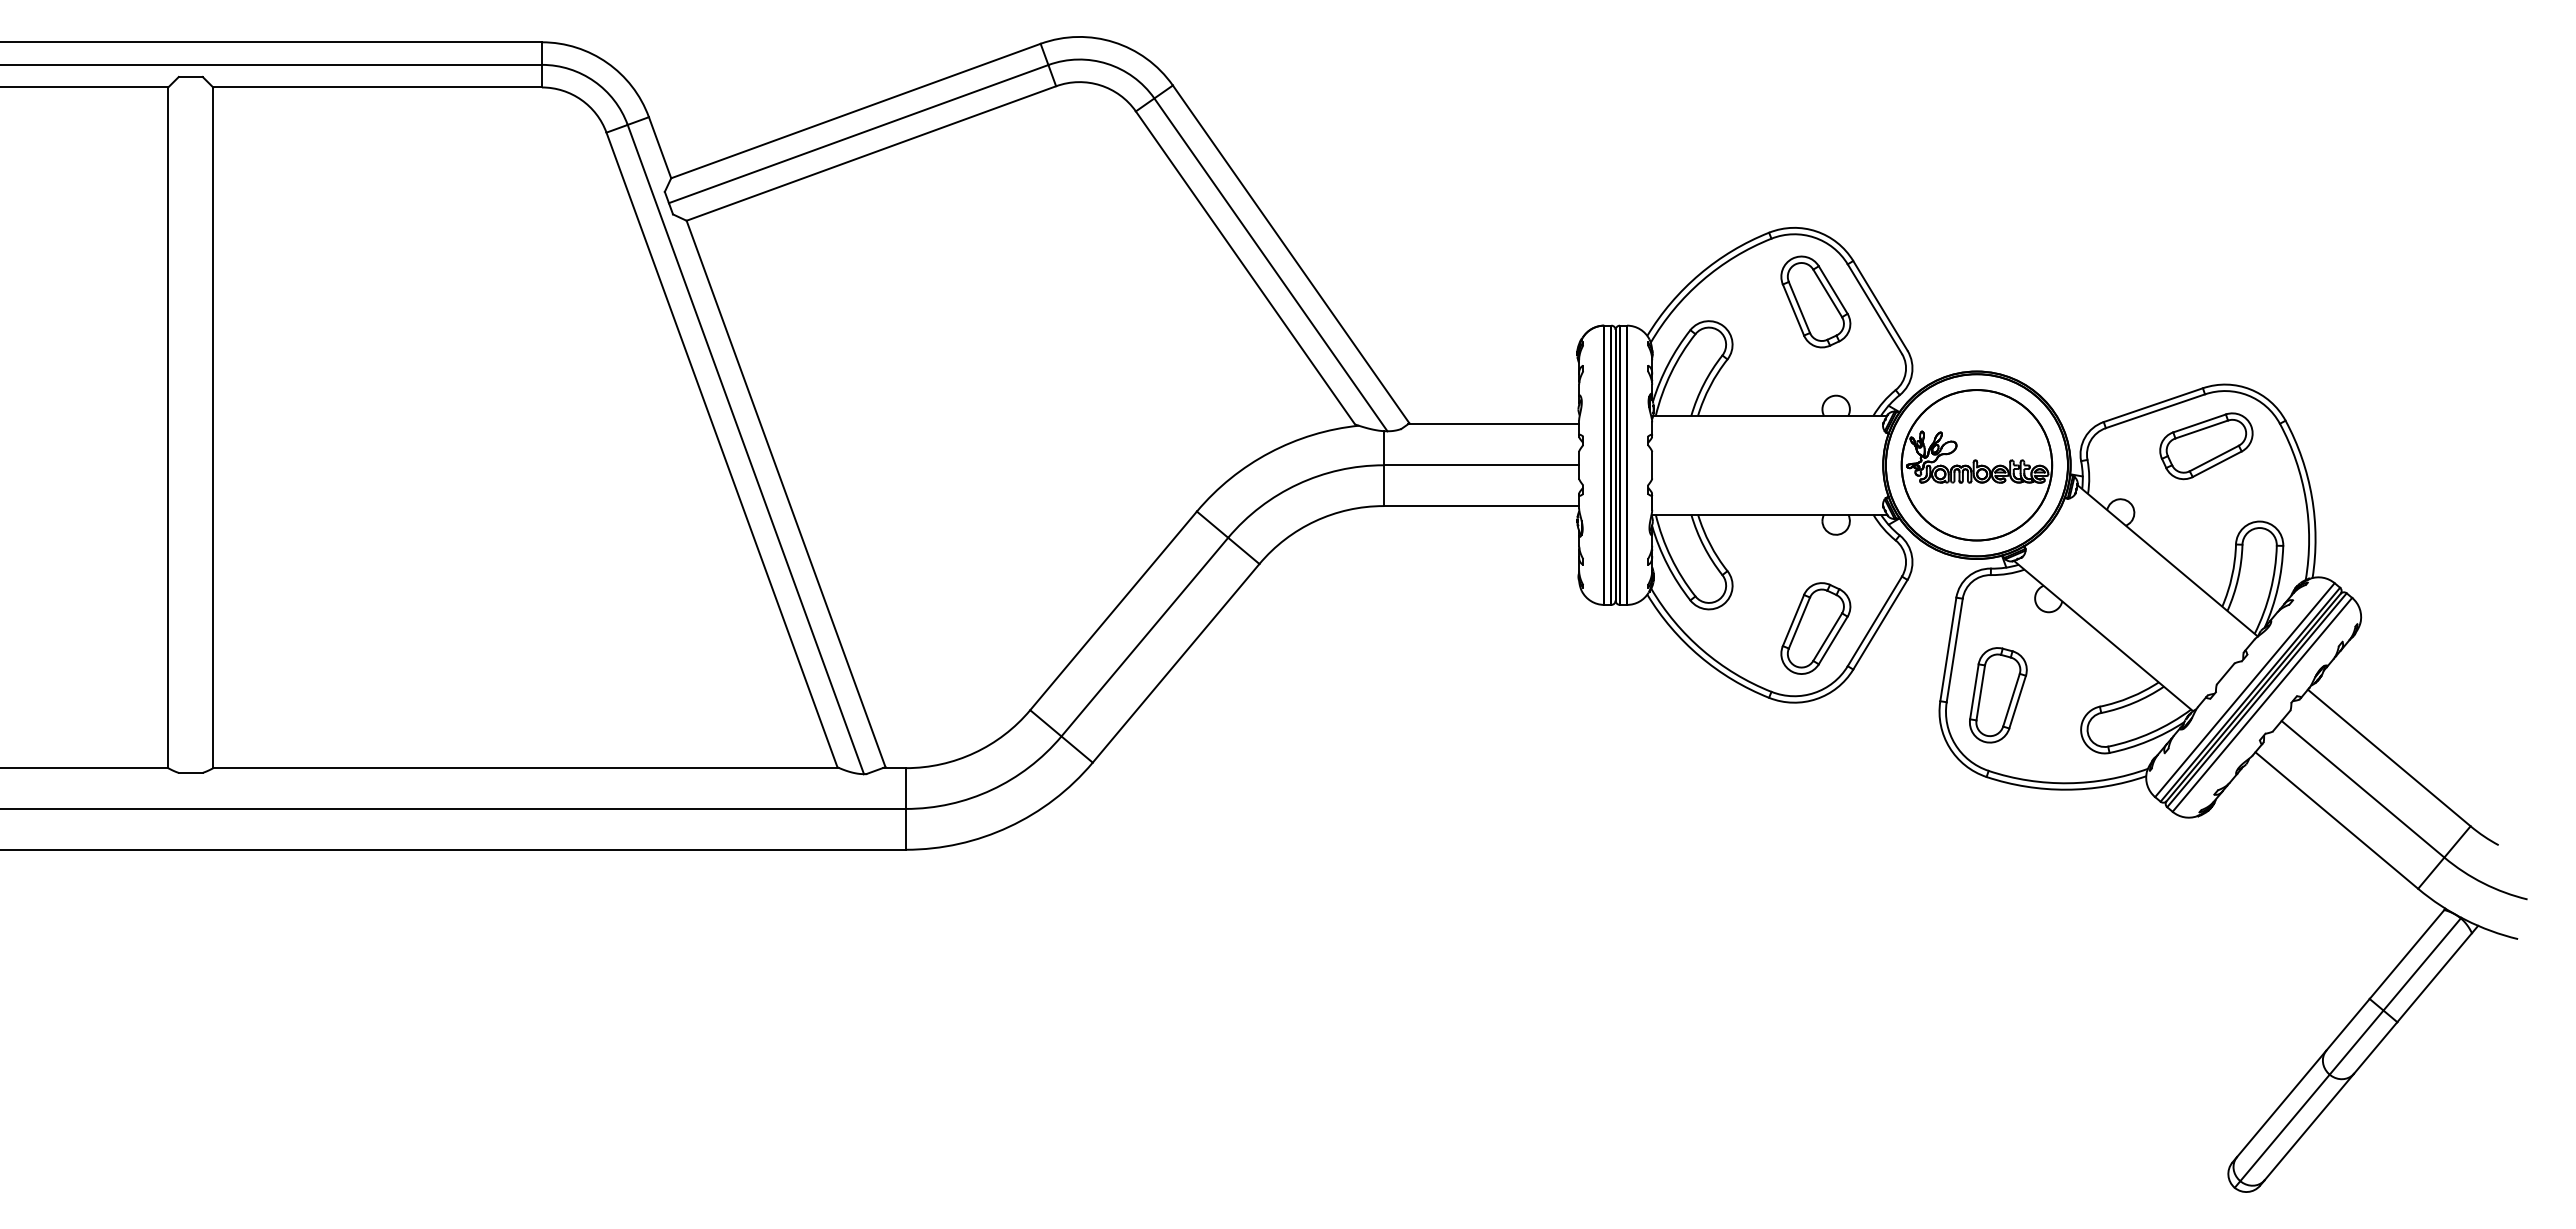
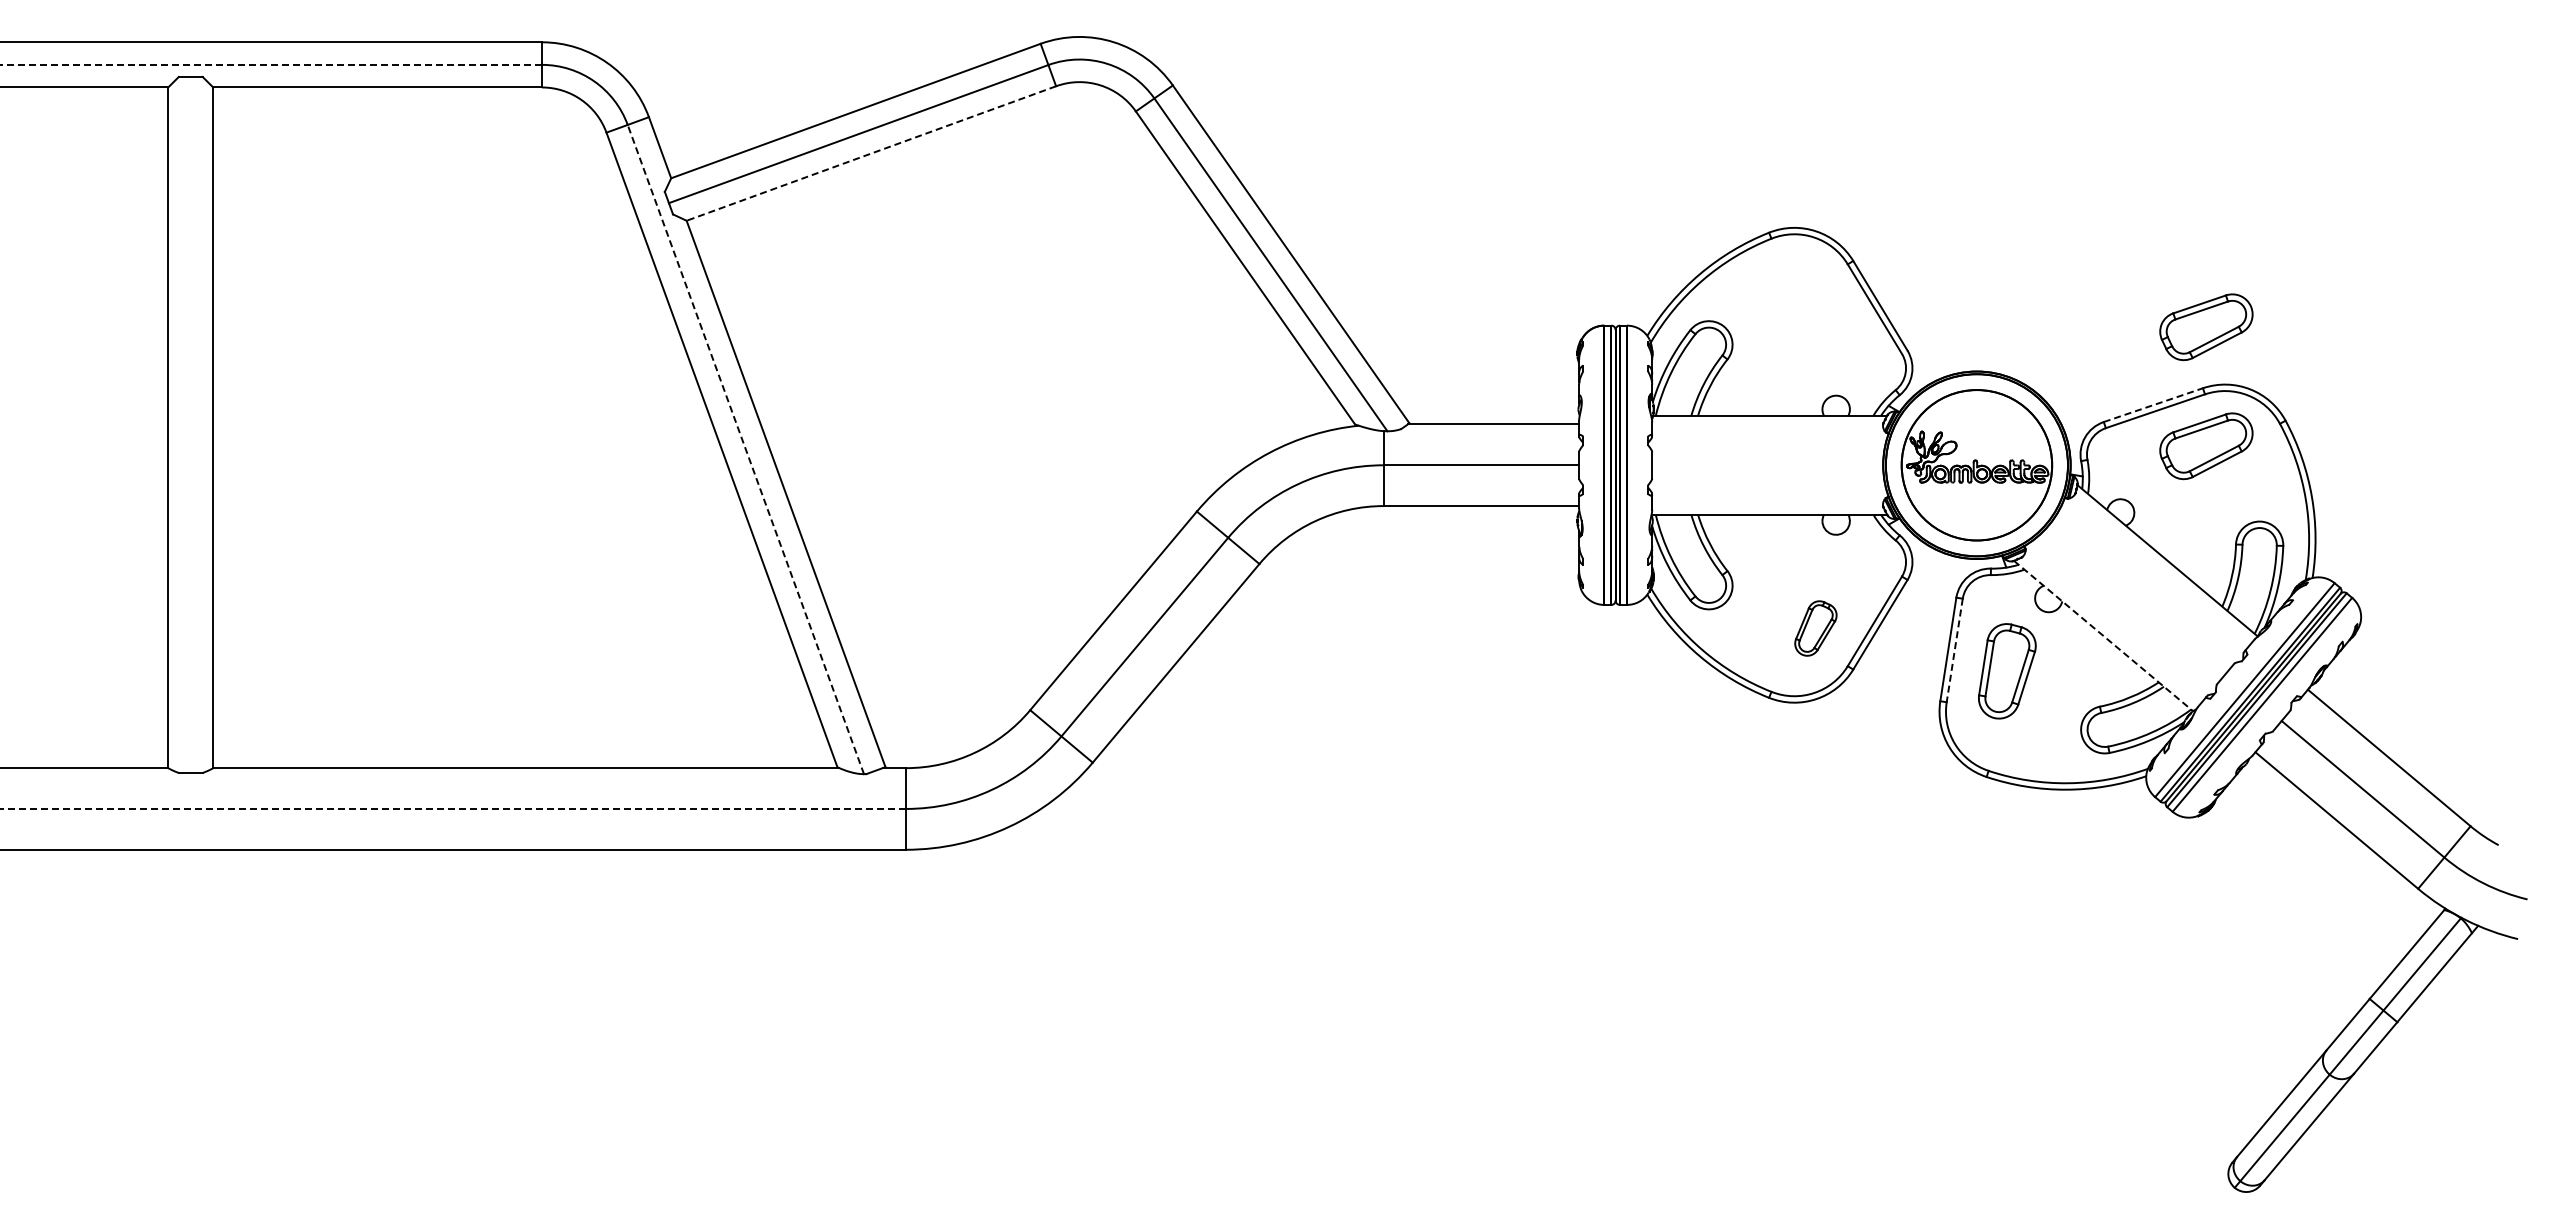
line at (271, 64): solid -> dashed
line at (871, 153): solid -> dashed
part at (1815, 301): present -> none
part at (2206, 327): none -> present
line at (2153, 405): solid -> dashed
line at (745, 449): solid -> dashed
part at (1815, 628) size: 72x93 px -> 44x57 px
line at (2103, 636): solid -> dashed
line at (1954, 650): solid -> dashed
part at (1998, 695) position: (1998, 695) -> (2007, 671)
line at (453, 808): solid -> dashed
